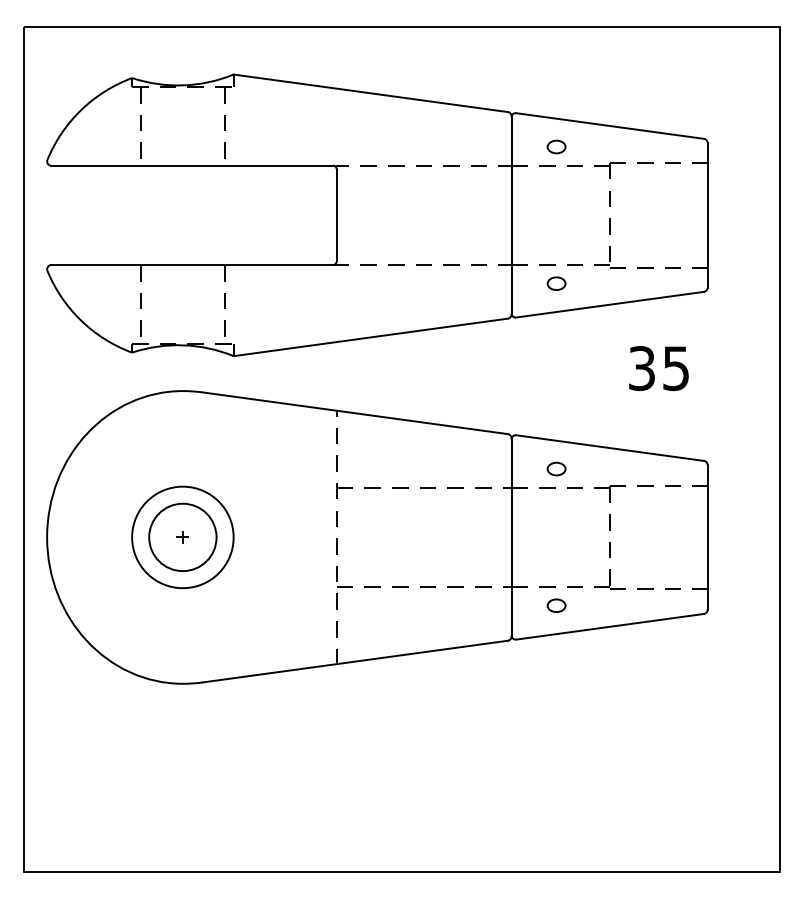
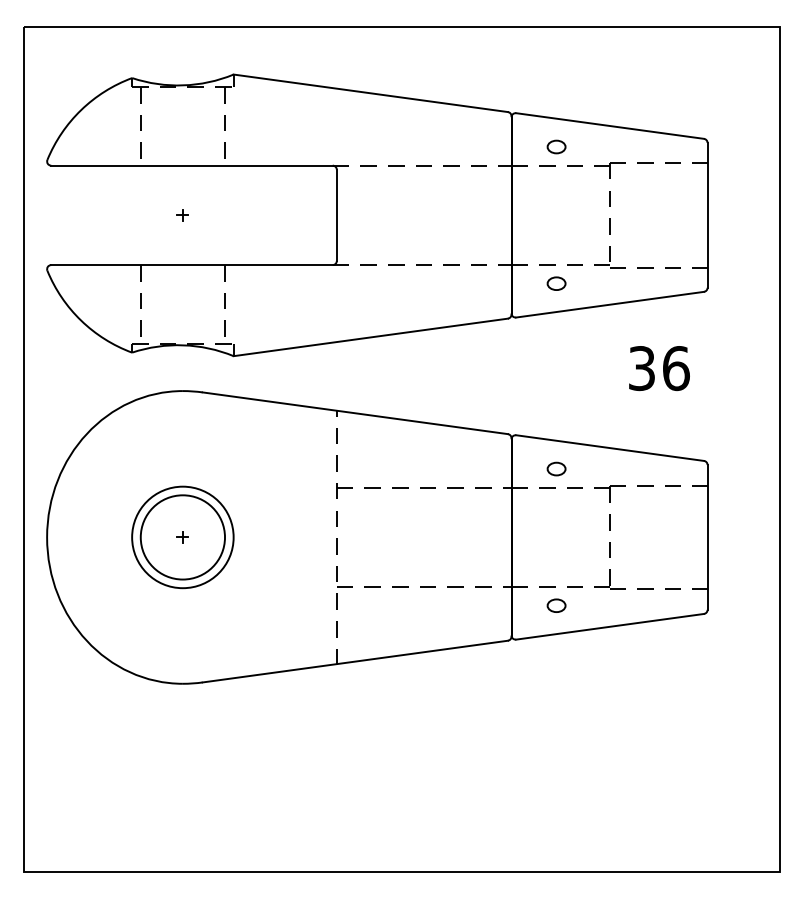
part at (182, 215): none -> present
text at (676, 368): 35 -> 36
circle at (182, 537) diameter: 67 px -> 84 px
